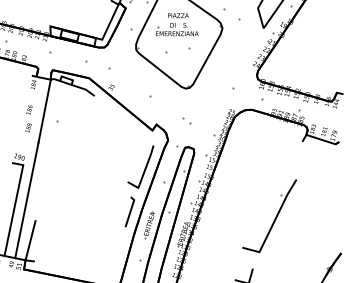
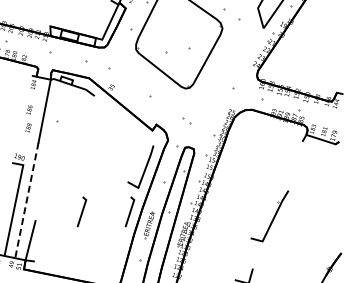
part at (177, 24): present -> none
line at (26, 200): solid -> dashed
line at (81, 211): none -> present
part at (269, 216) size: 56x75 px -> 40x53 px
